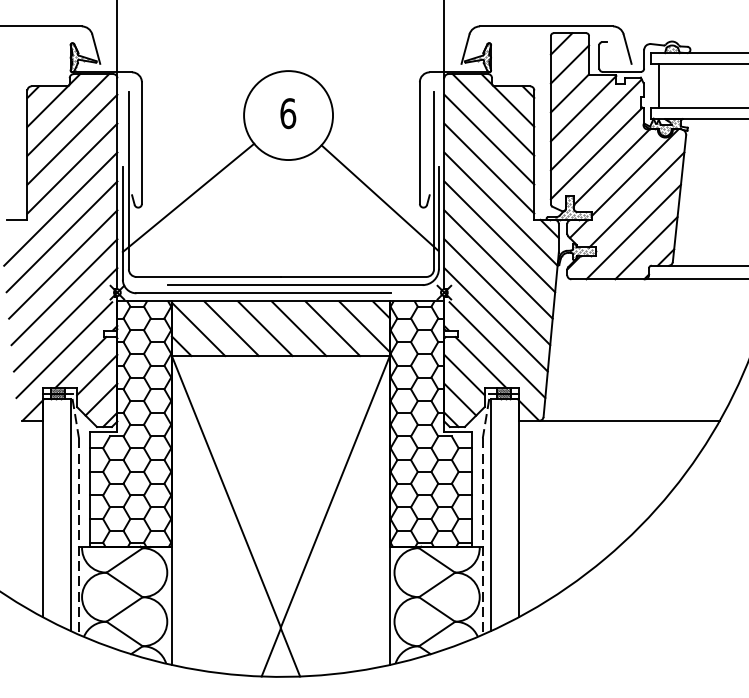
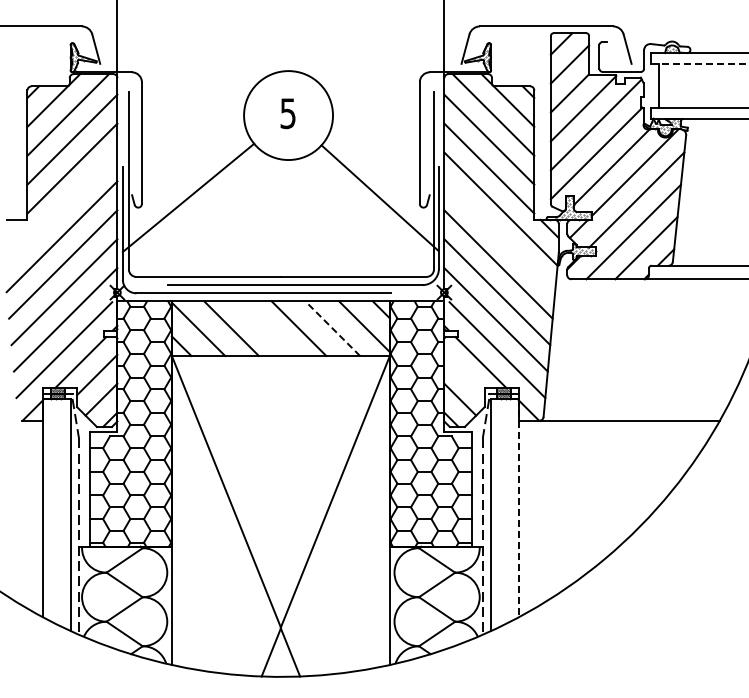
line at (700, 64): solid -> dashed
text at (288, 113): 6 -> 5
line at (60, 208): present -> none
line at (499, 236): present -> none
line at (265, 328): present -> none
line at (332, 328): solid -> dashed
line at (464, 374): present -> none
line at (518, 508): solid -> dashed
